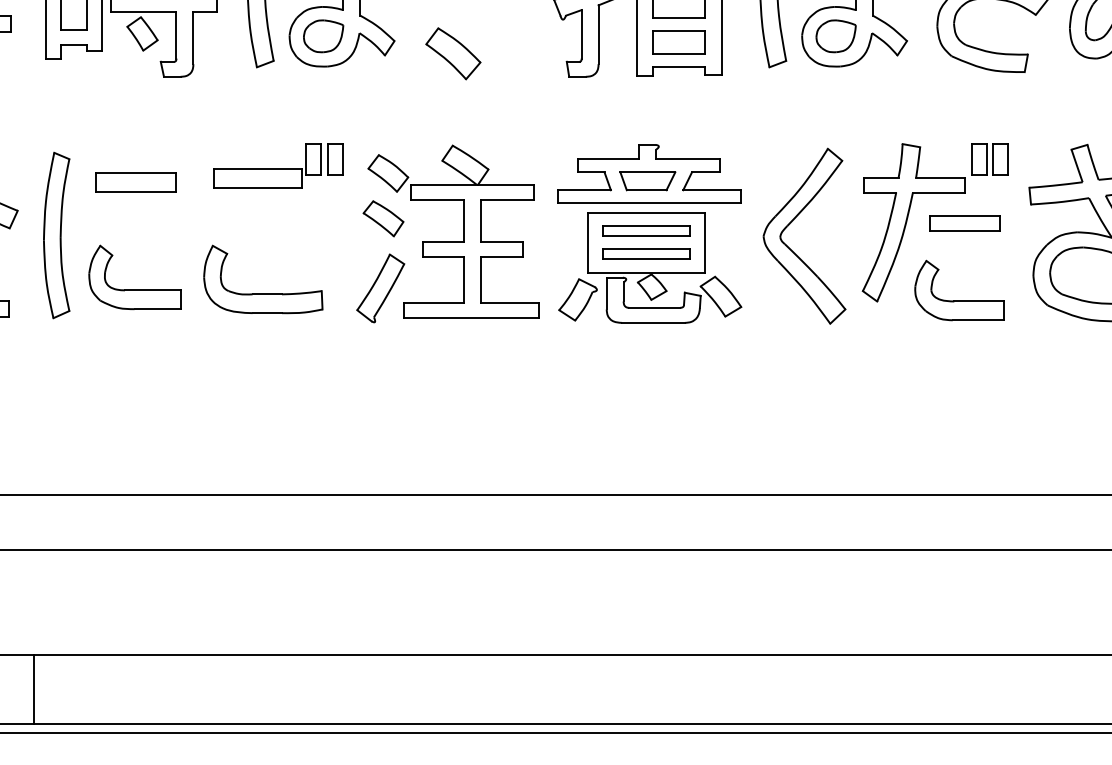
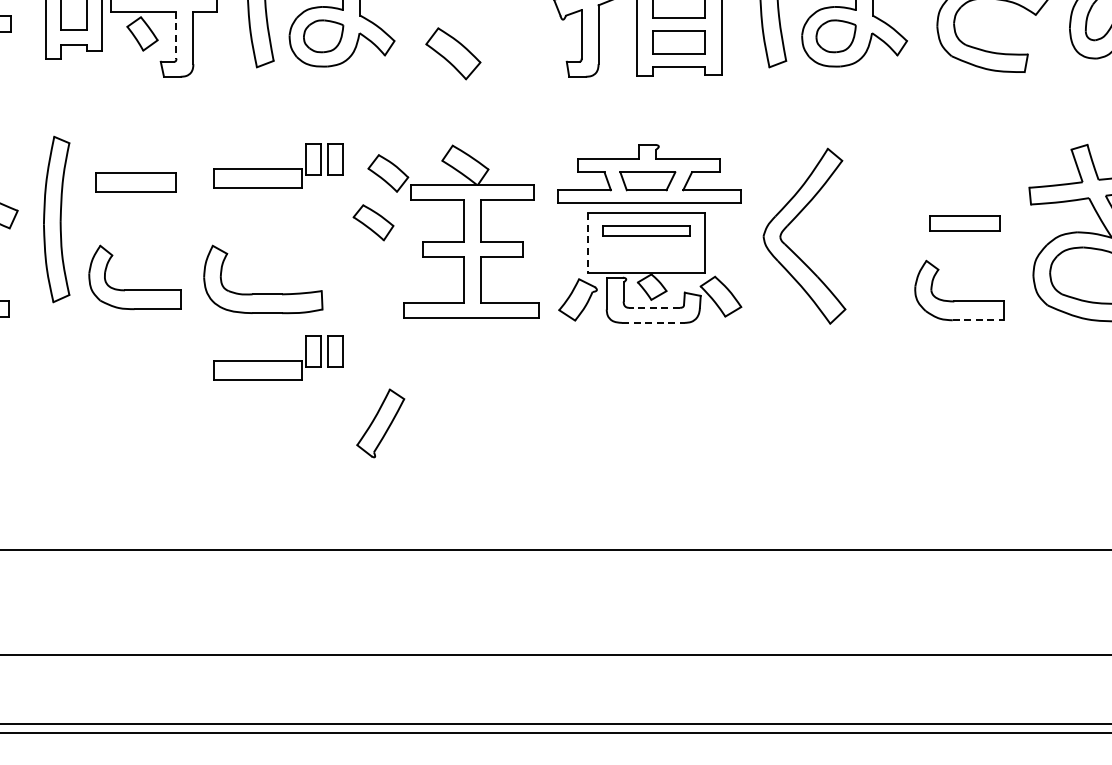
line at (176, 35): solid -> dashed
part at (908, 217): present -> none
part at (383, 218) position: (383, 218) -> (373, 222)
part at (56, 235) position: (56, 235) -> (56, 219)
line at (587, 242): solid -> dashed
part at (646, 253): present -> none
part at (380, 288) position: (380, 288) -> (380, 423)
line at (654, 307): solid -> dashed
line at (978, 320): solid -> dashed
line at (653, 322): solid -> dashed
part at (278, 357): none -> present
line at (555, 494): present -> none
line at (34, 688): present -> none
